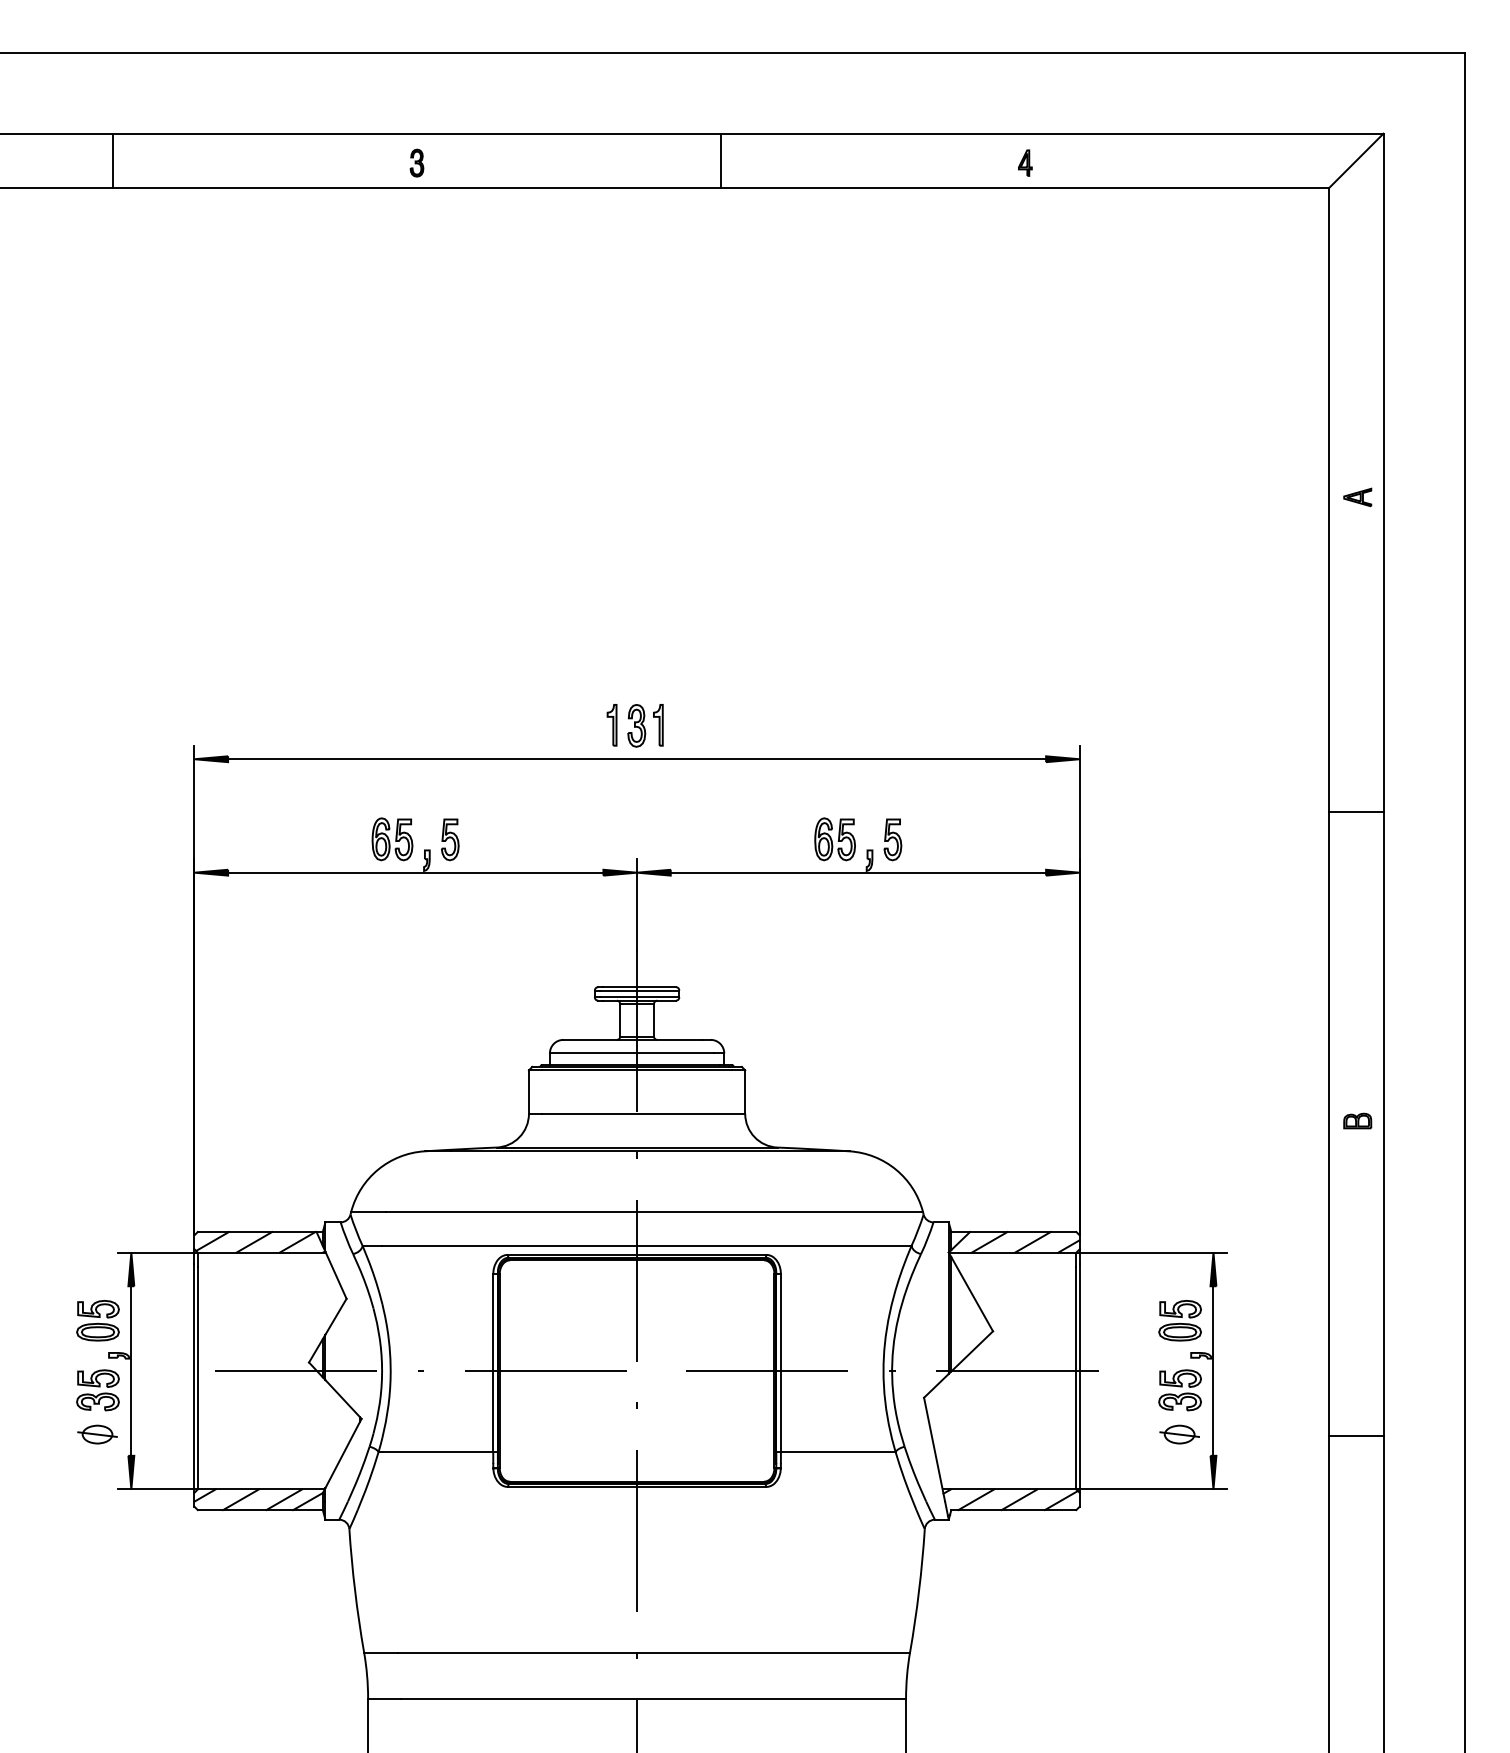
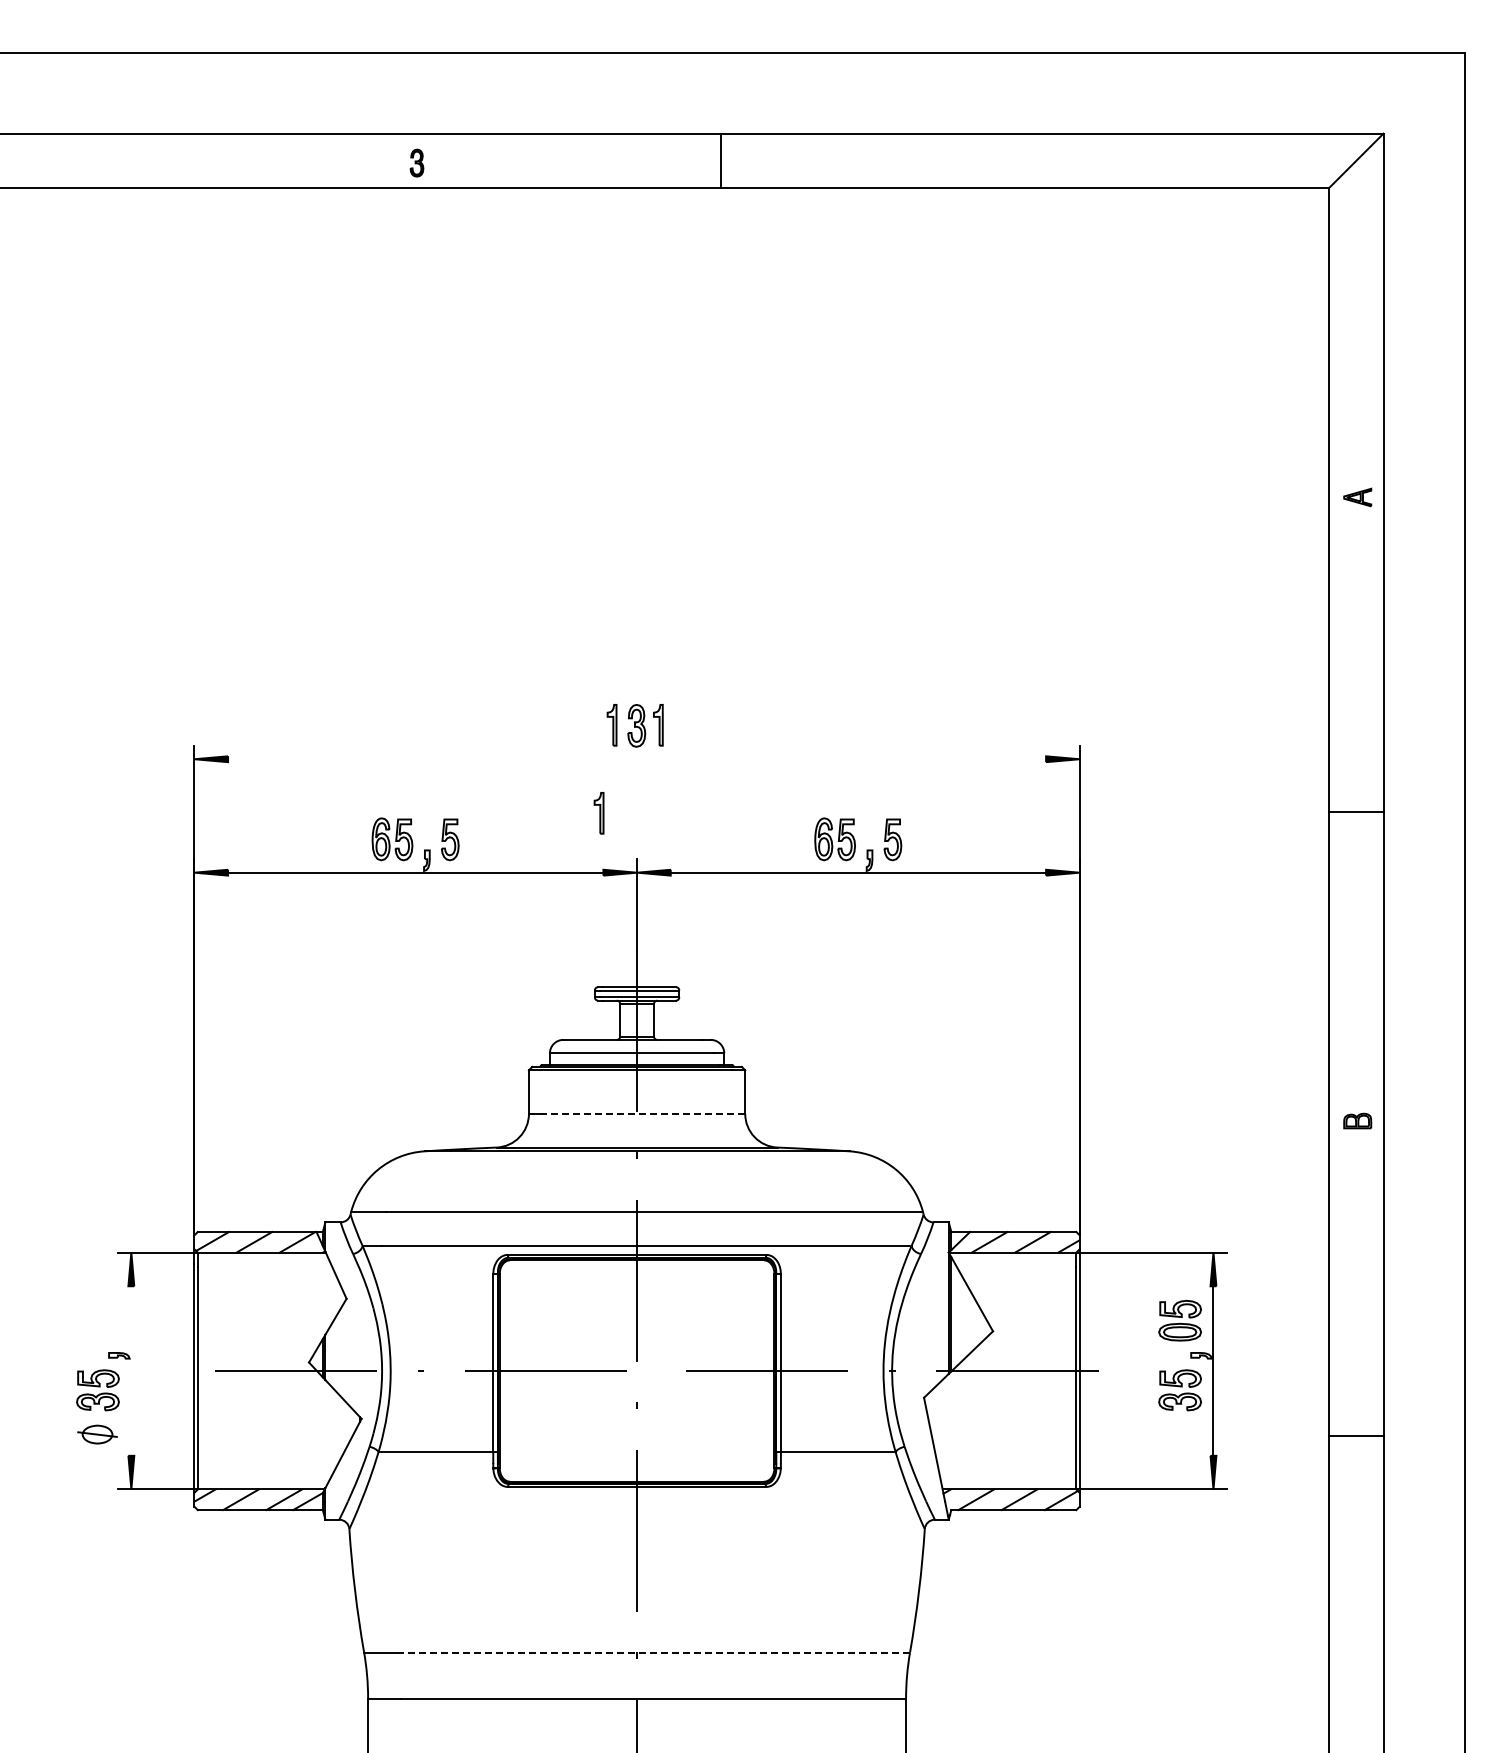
line at (112, 160): present -> none
part at (1025, 162): present -> none
line at (637, 759): present -> none
part at (598, 813): none -> present
line at (643, 1113): solid -> dashed
part at (97, 1320): present -> none
line at (131, 1370): present -> none
part at (1179, 1434): present -> none
line at (653, 1652): solid -> dashed
